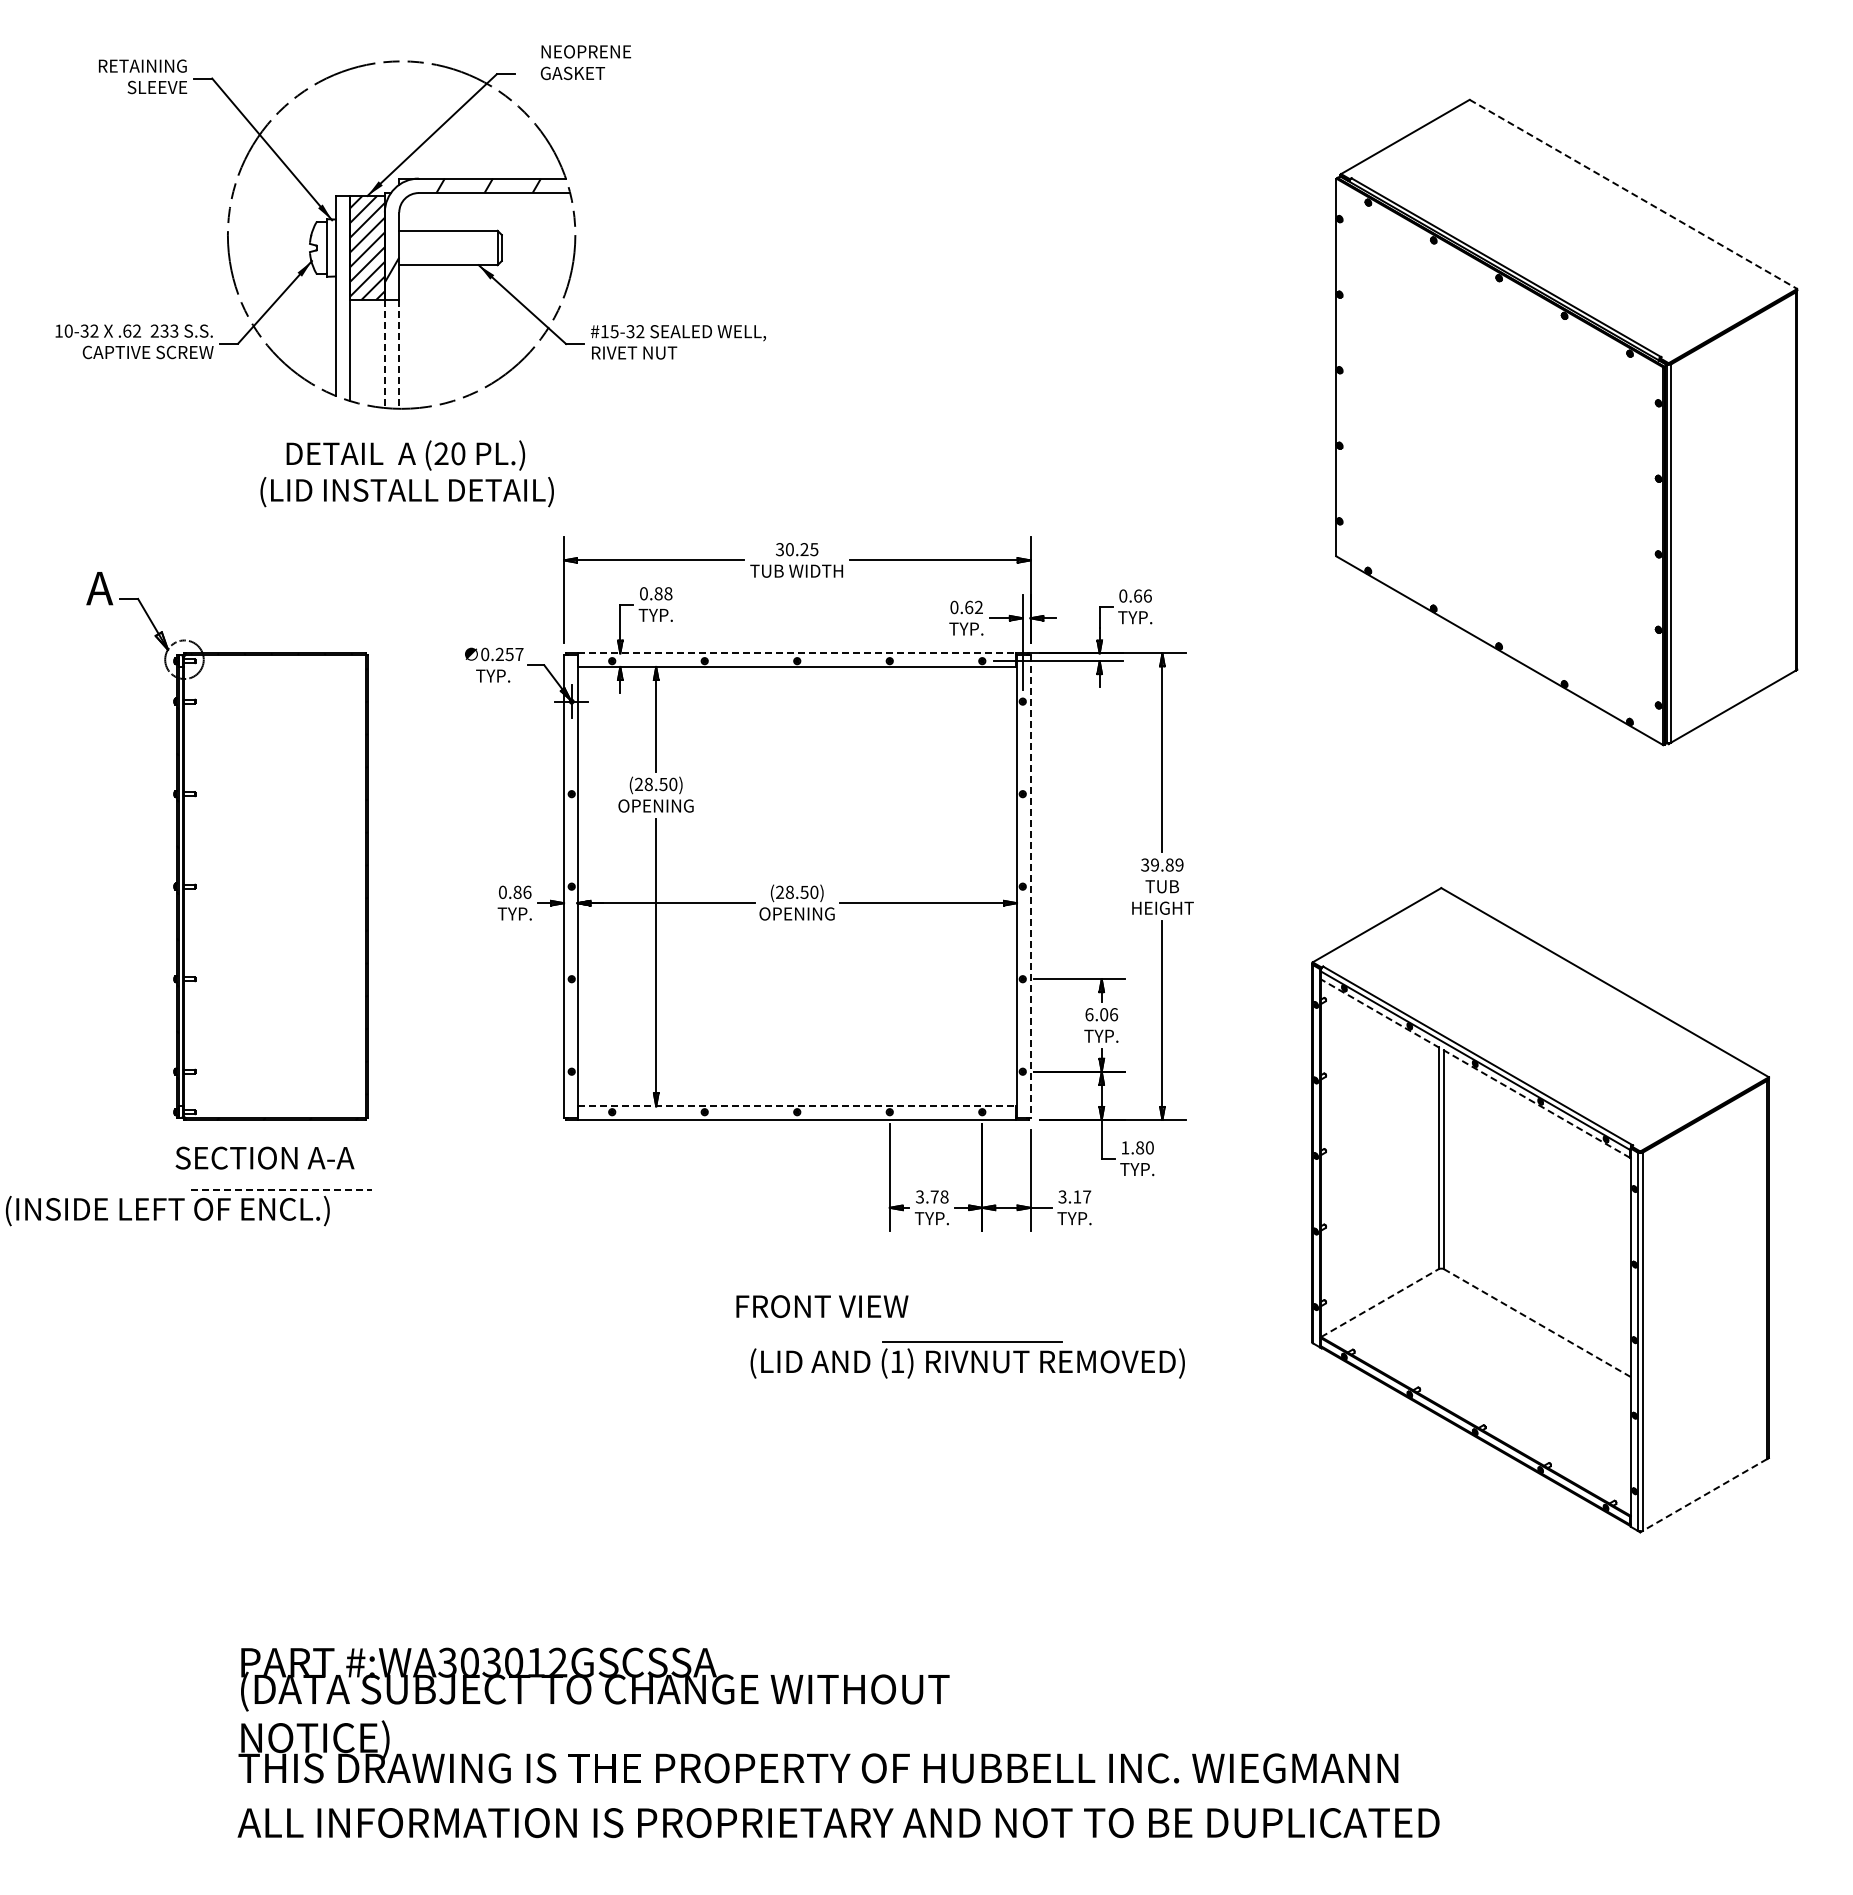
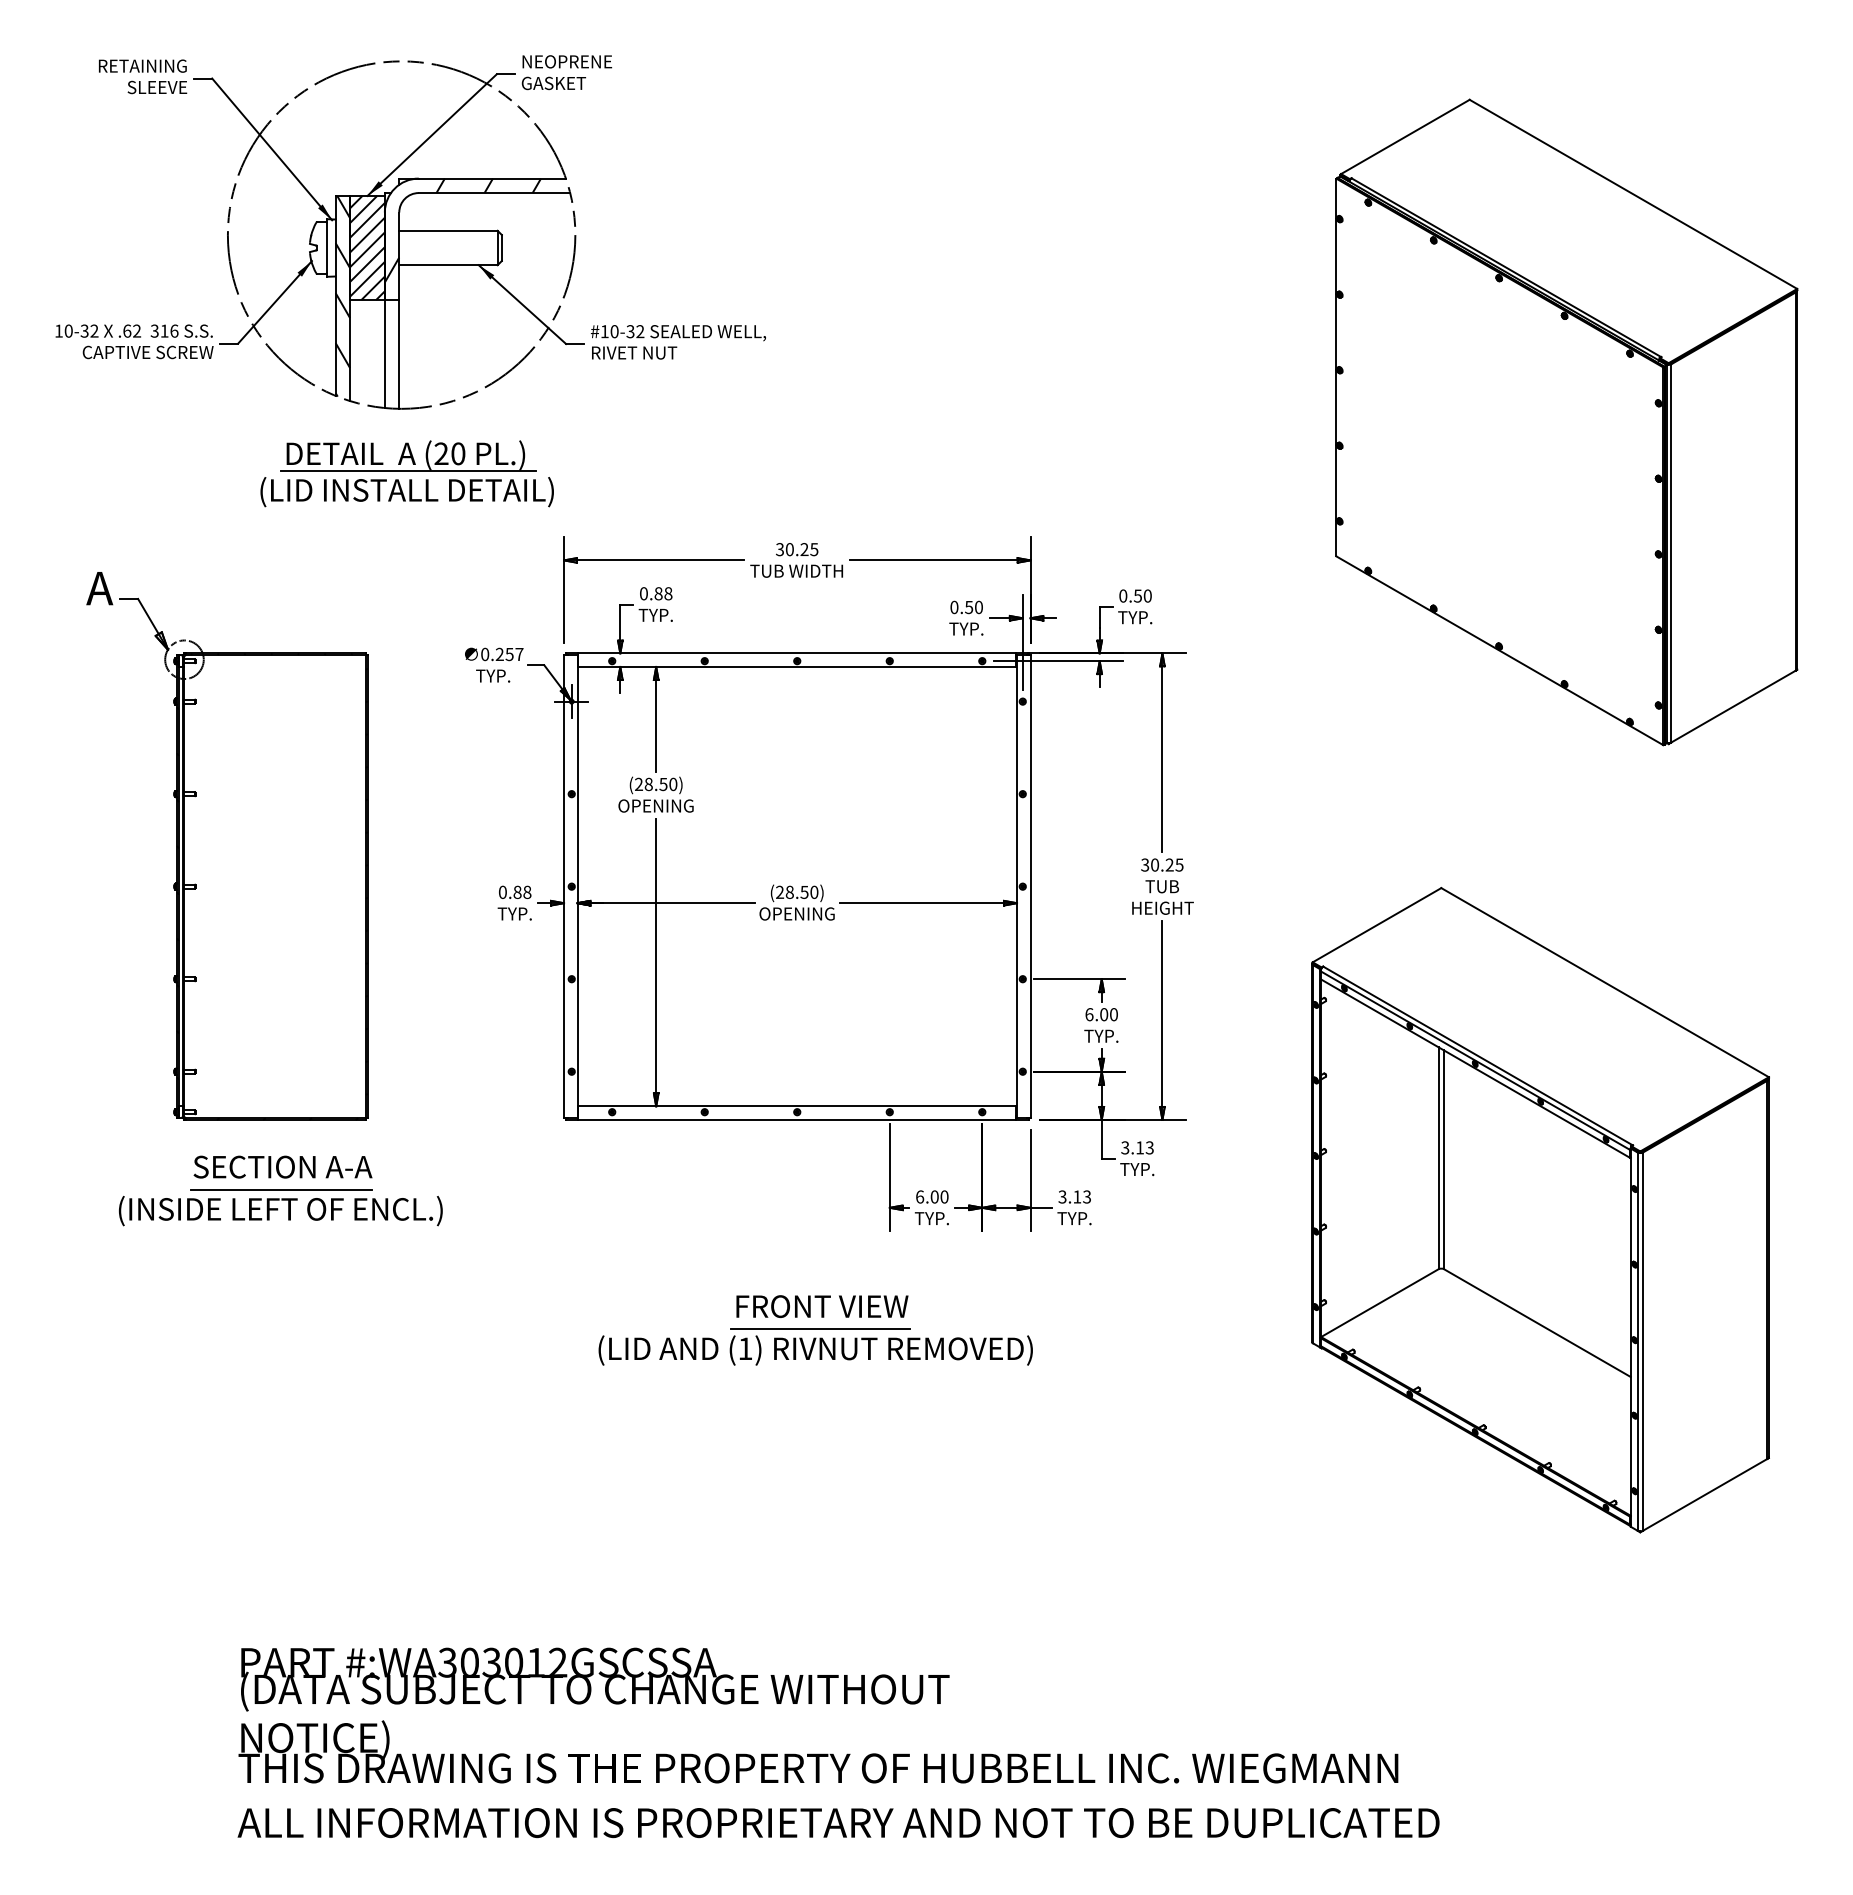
text at (585, 62) position: (585, 62) -> (566, 72)
line at (1633, 194): dashed -> solid
hatch at (342, 295): none -> present
text at (164, 330): 233 -> 316
text at (614, 331): #15-32 -> #10-32
line at (384, 354): dashed -> solid
line at (399, 354): dashed -> solid
line at (408, 470): none -> present
text at (1142, 595): 0.66 -> 0.50
text at (973, 607): 0.62 -> 0.50
line at (797, 653): dashed -> solid
text at (1167, 864): 39.89 -> 30.25
line at (1030, 886): dashed -> solid
text at (527, 891): 0.86 -> 0.88
text at (1114, 1014): 6.06 -> 6.00
line at (1475, 1068): dashed -> solid
line at (797, 1106): dashed -> solid
text at (1137, 1147): 1.80 -> 3.13
text at (264, 1157) position: (264, 1157) -> (282, 1166)
line at (281, 1189): dashed -> solid
text at (932, 1196): 3.78 -> 6.00
text at (1087, 1196): 3.17 -> 3.13
text at (167, 1211) position: (167, 1211) -> (280, 1211)
line at (1379, 1303): dashed -> solid
line at (1537, 1323): dashed -> solid
part at (967, 1359) position: (967, 1359) -> (815, 1346)
line at (1705, 1494): dashed -> solid
